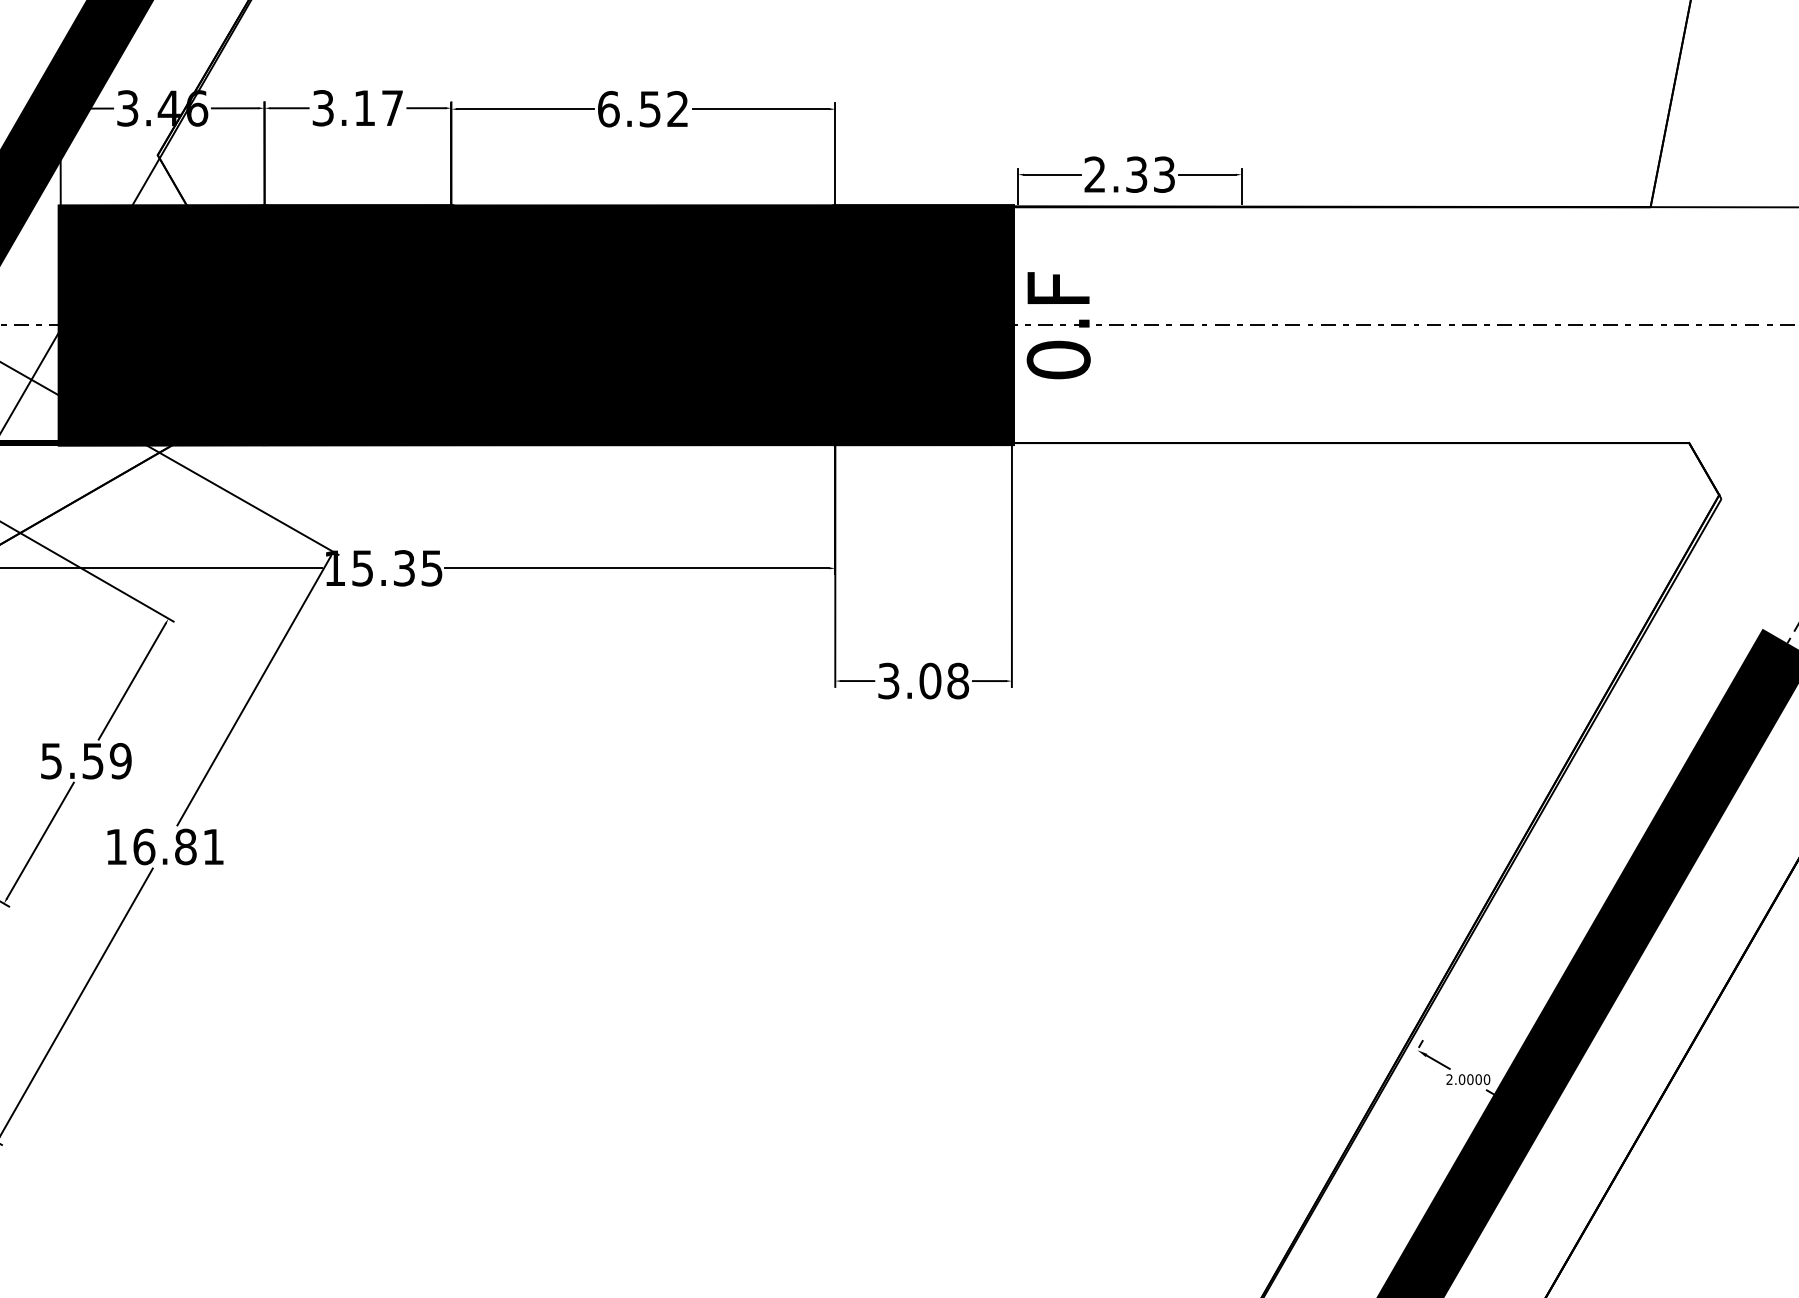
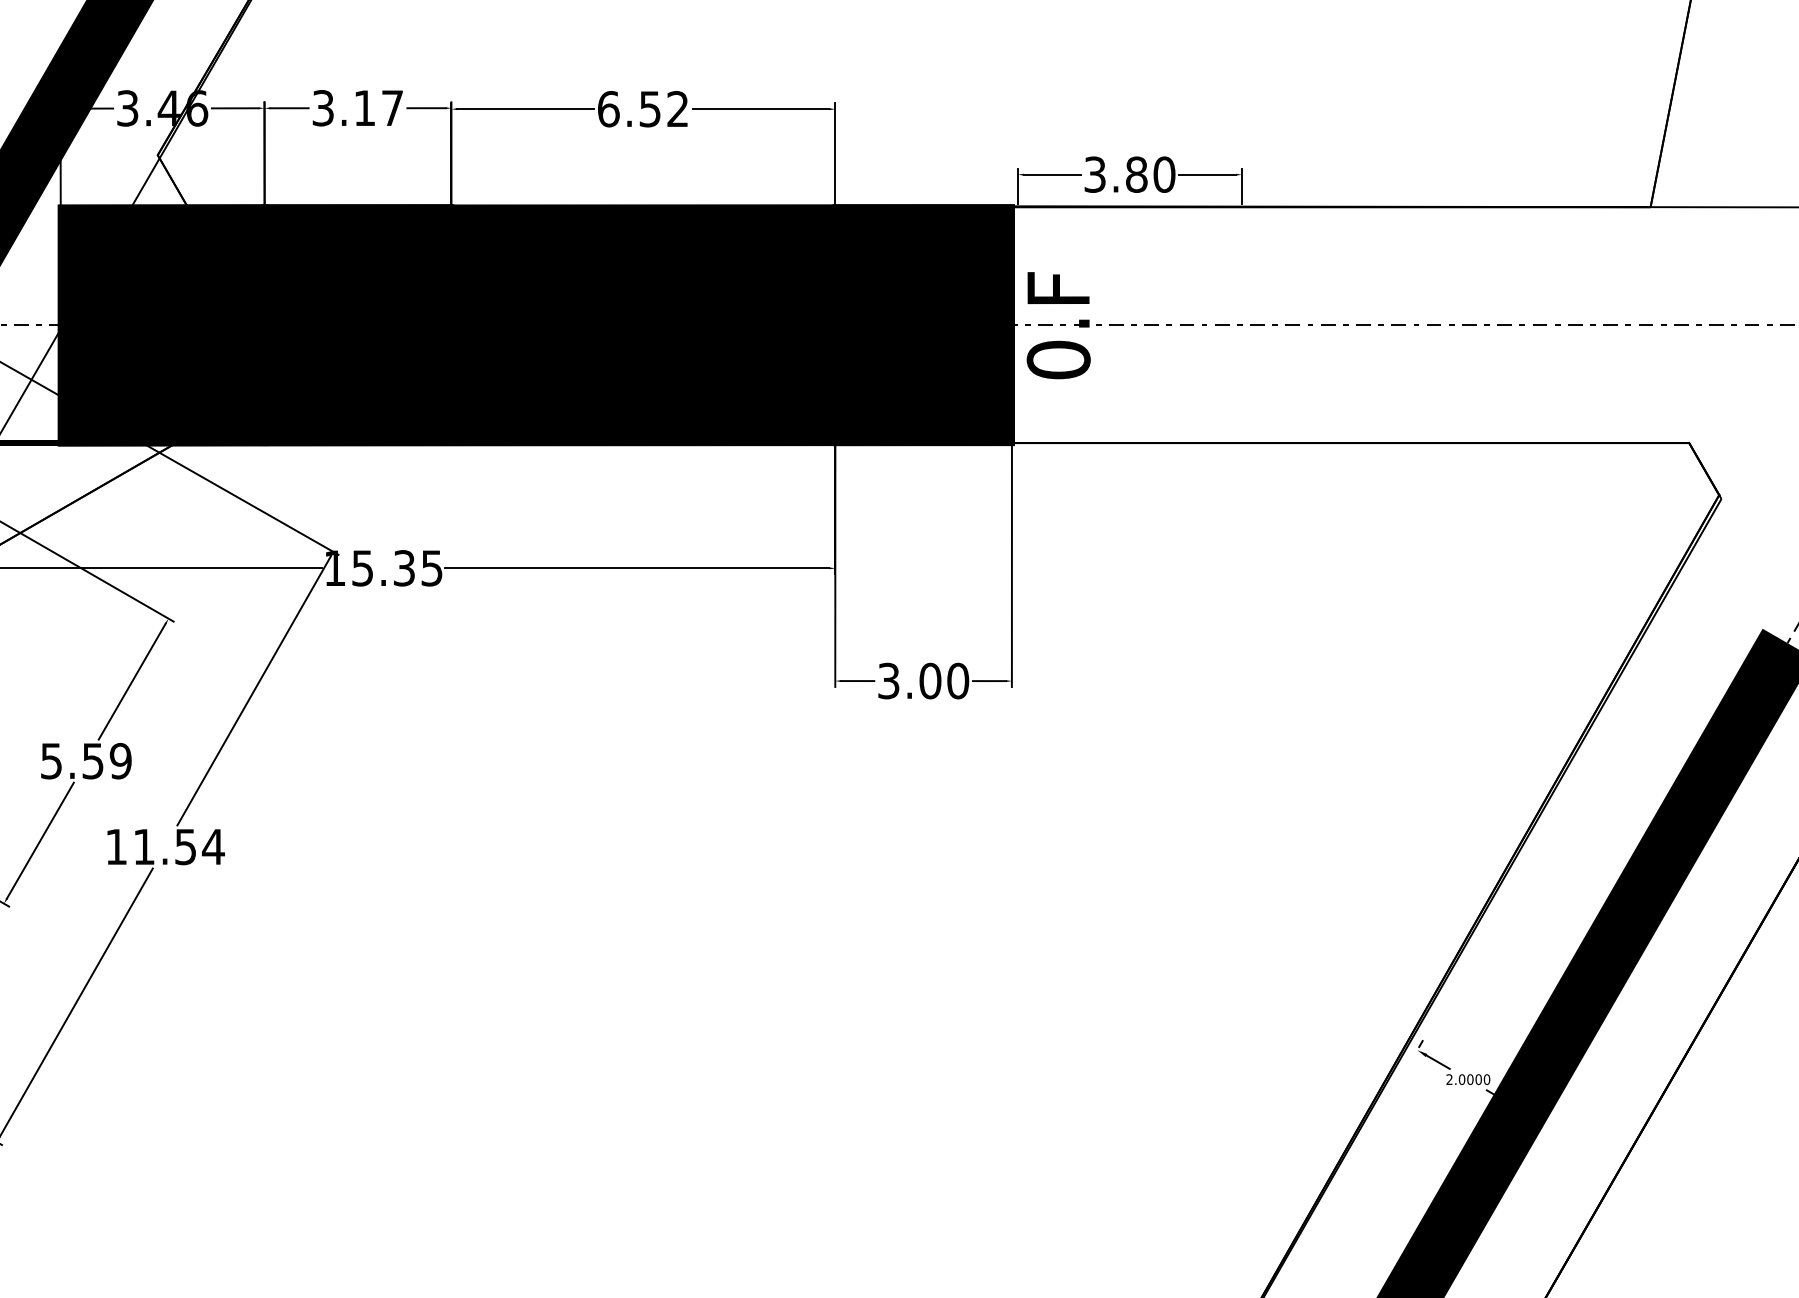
text at (1129, 174): 2.33 -> 3.80
text at (958, 681): 3.08 -> 3.00
text at (178, 846): 16.81 -> 11.54
